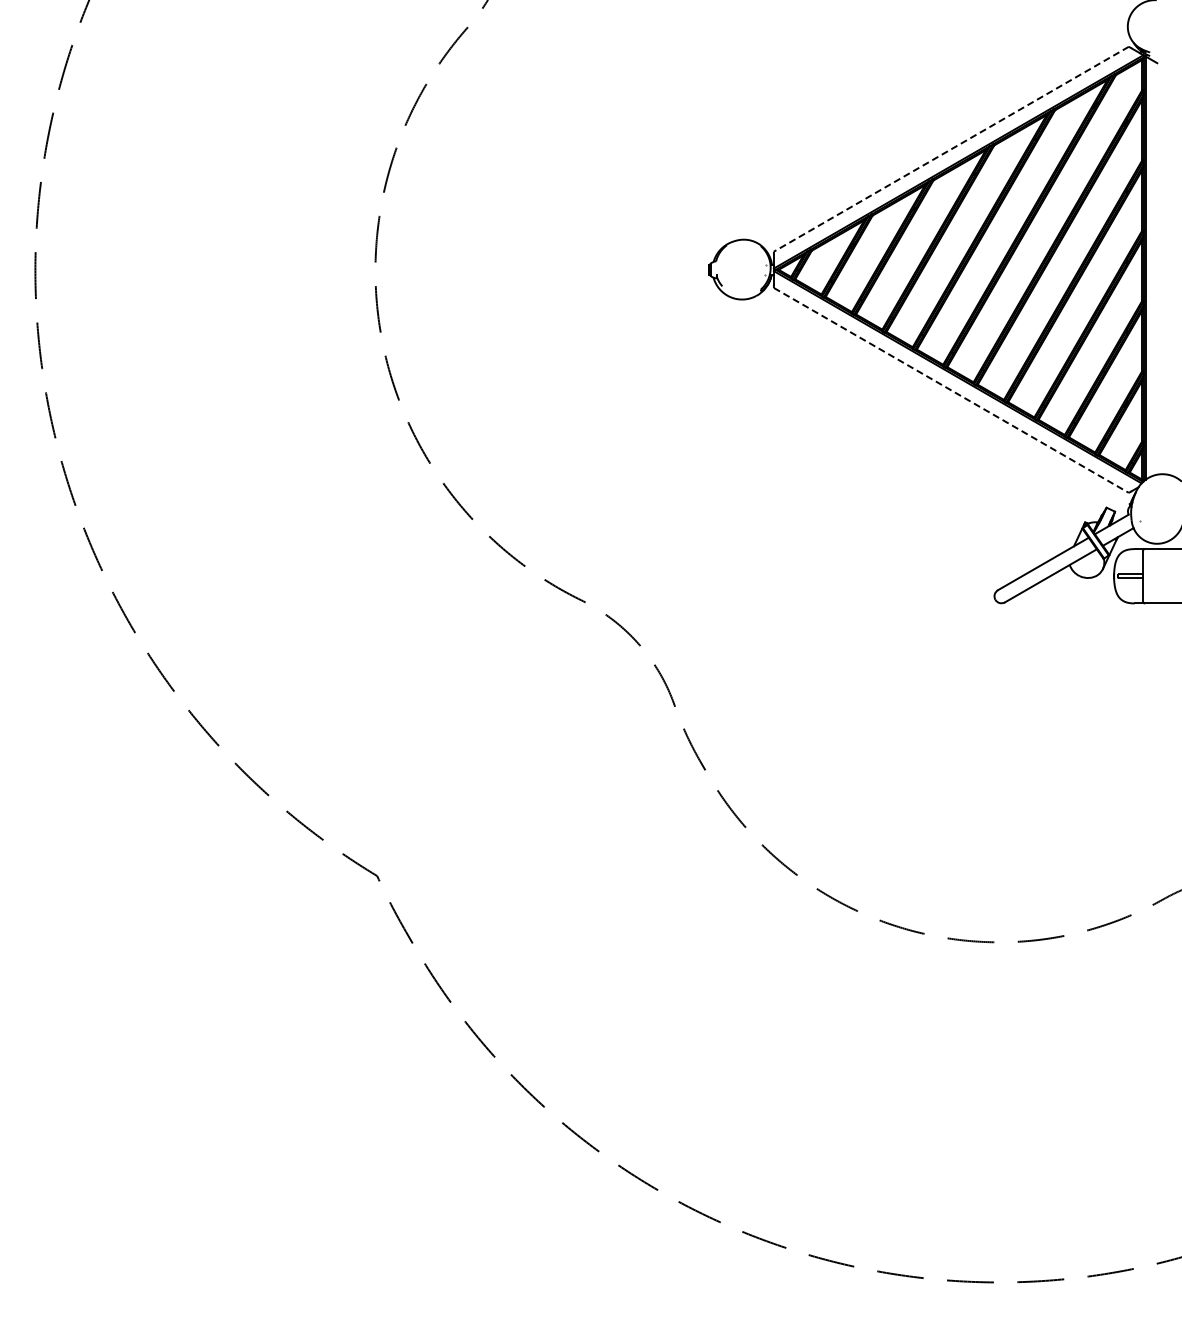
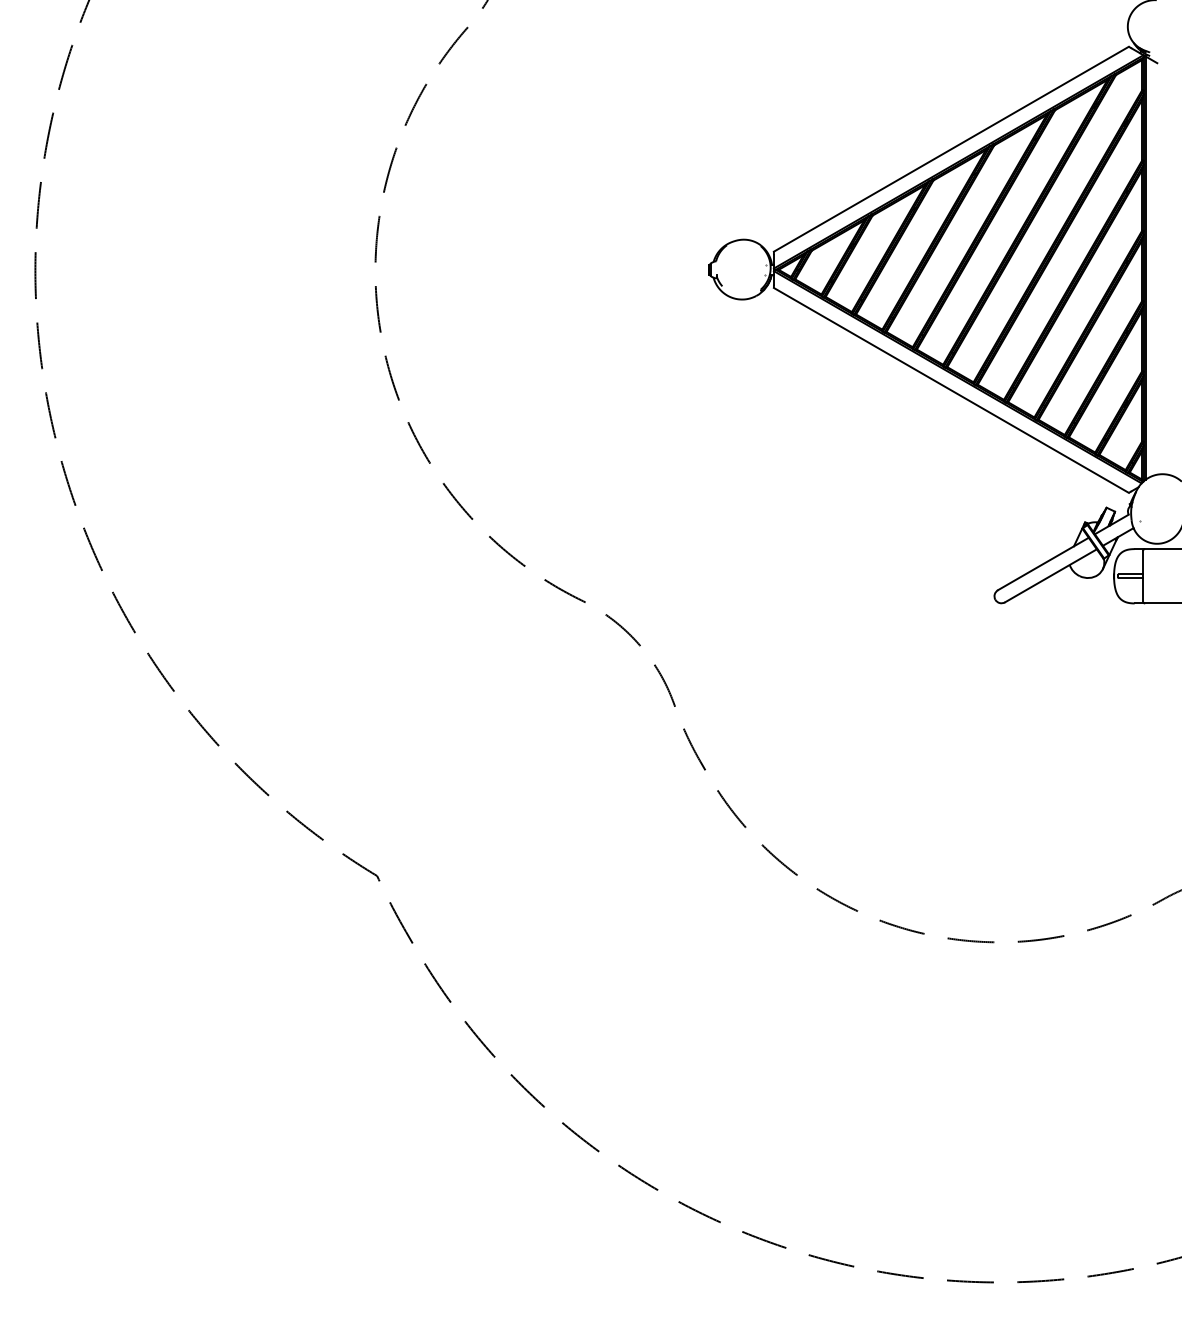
line at (951, 149): dashed -> solid
line at (951, 390): dashed -> solid
